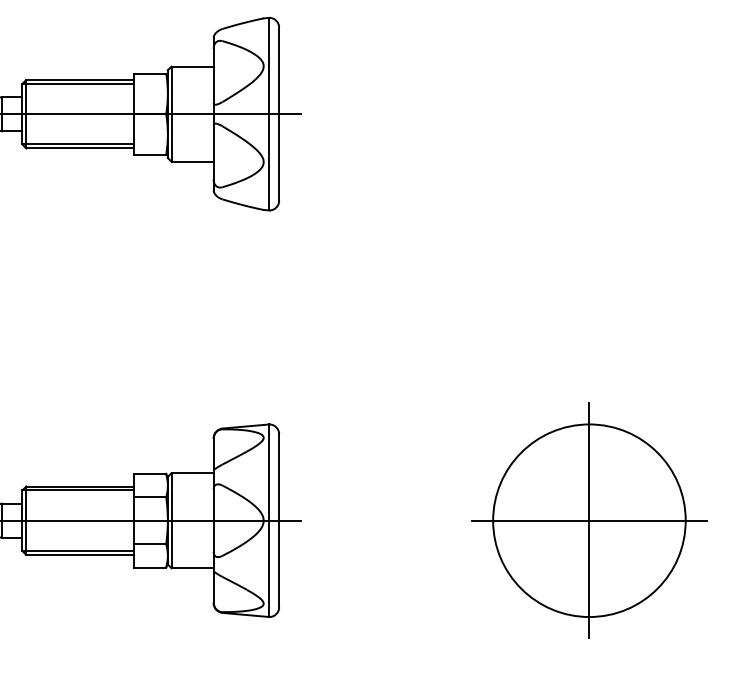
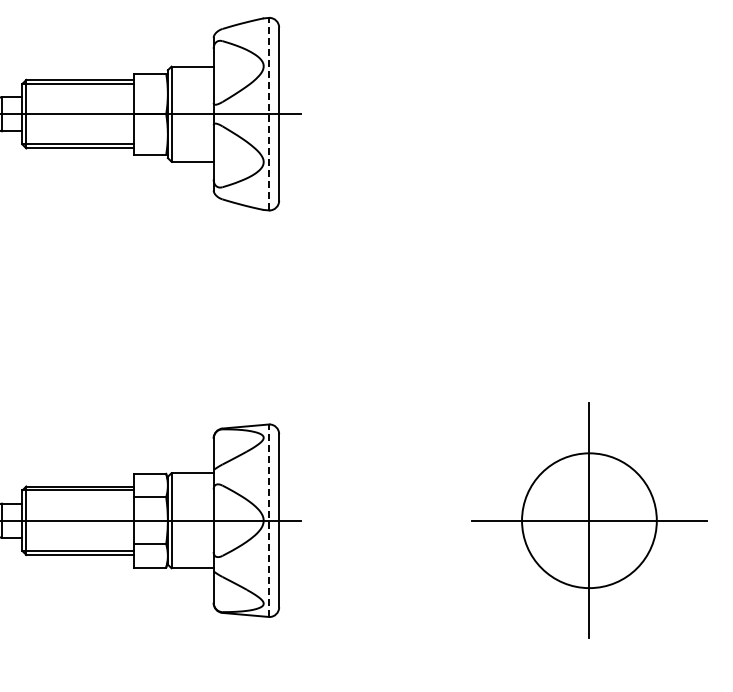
line at (269, 113): solid -> dashed
line at (269, 520): solid -> dashed
circle at (589, 520) diameter: 193 px -> 135 px
